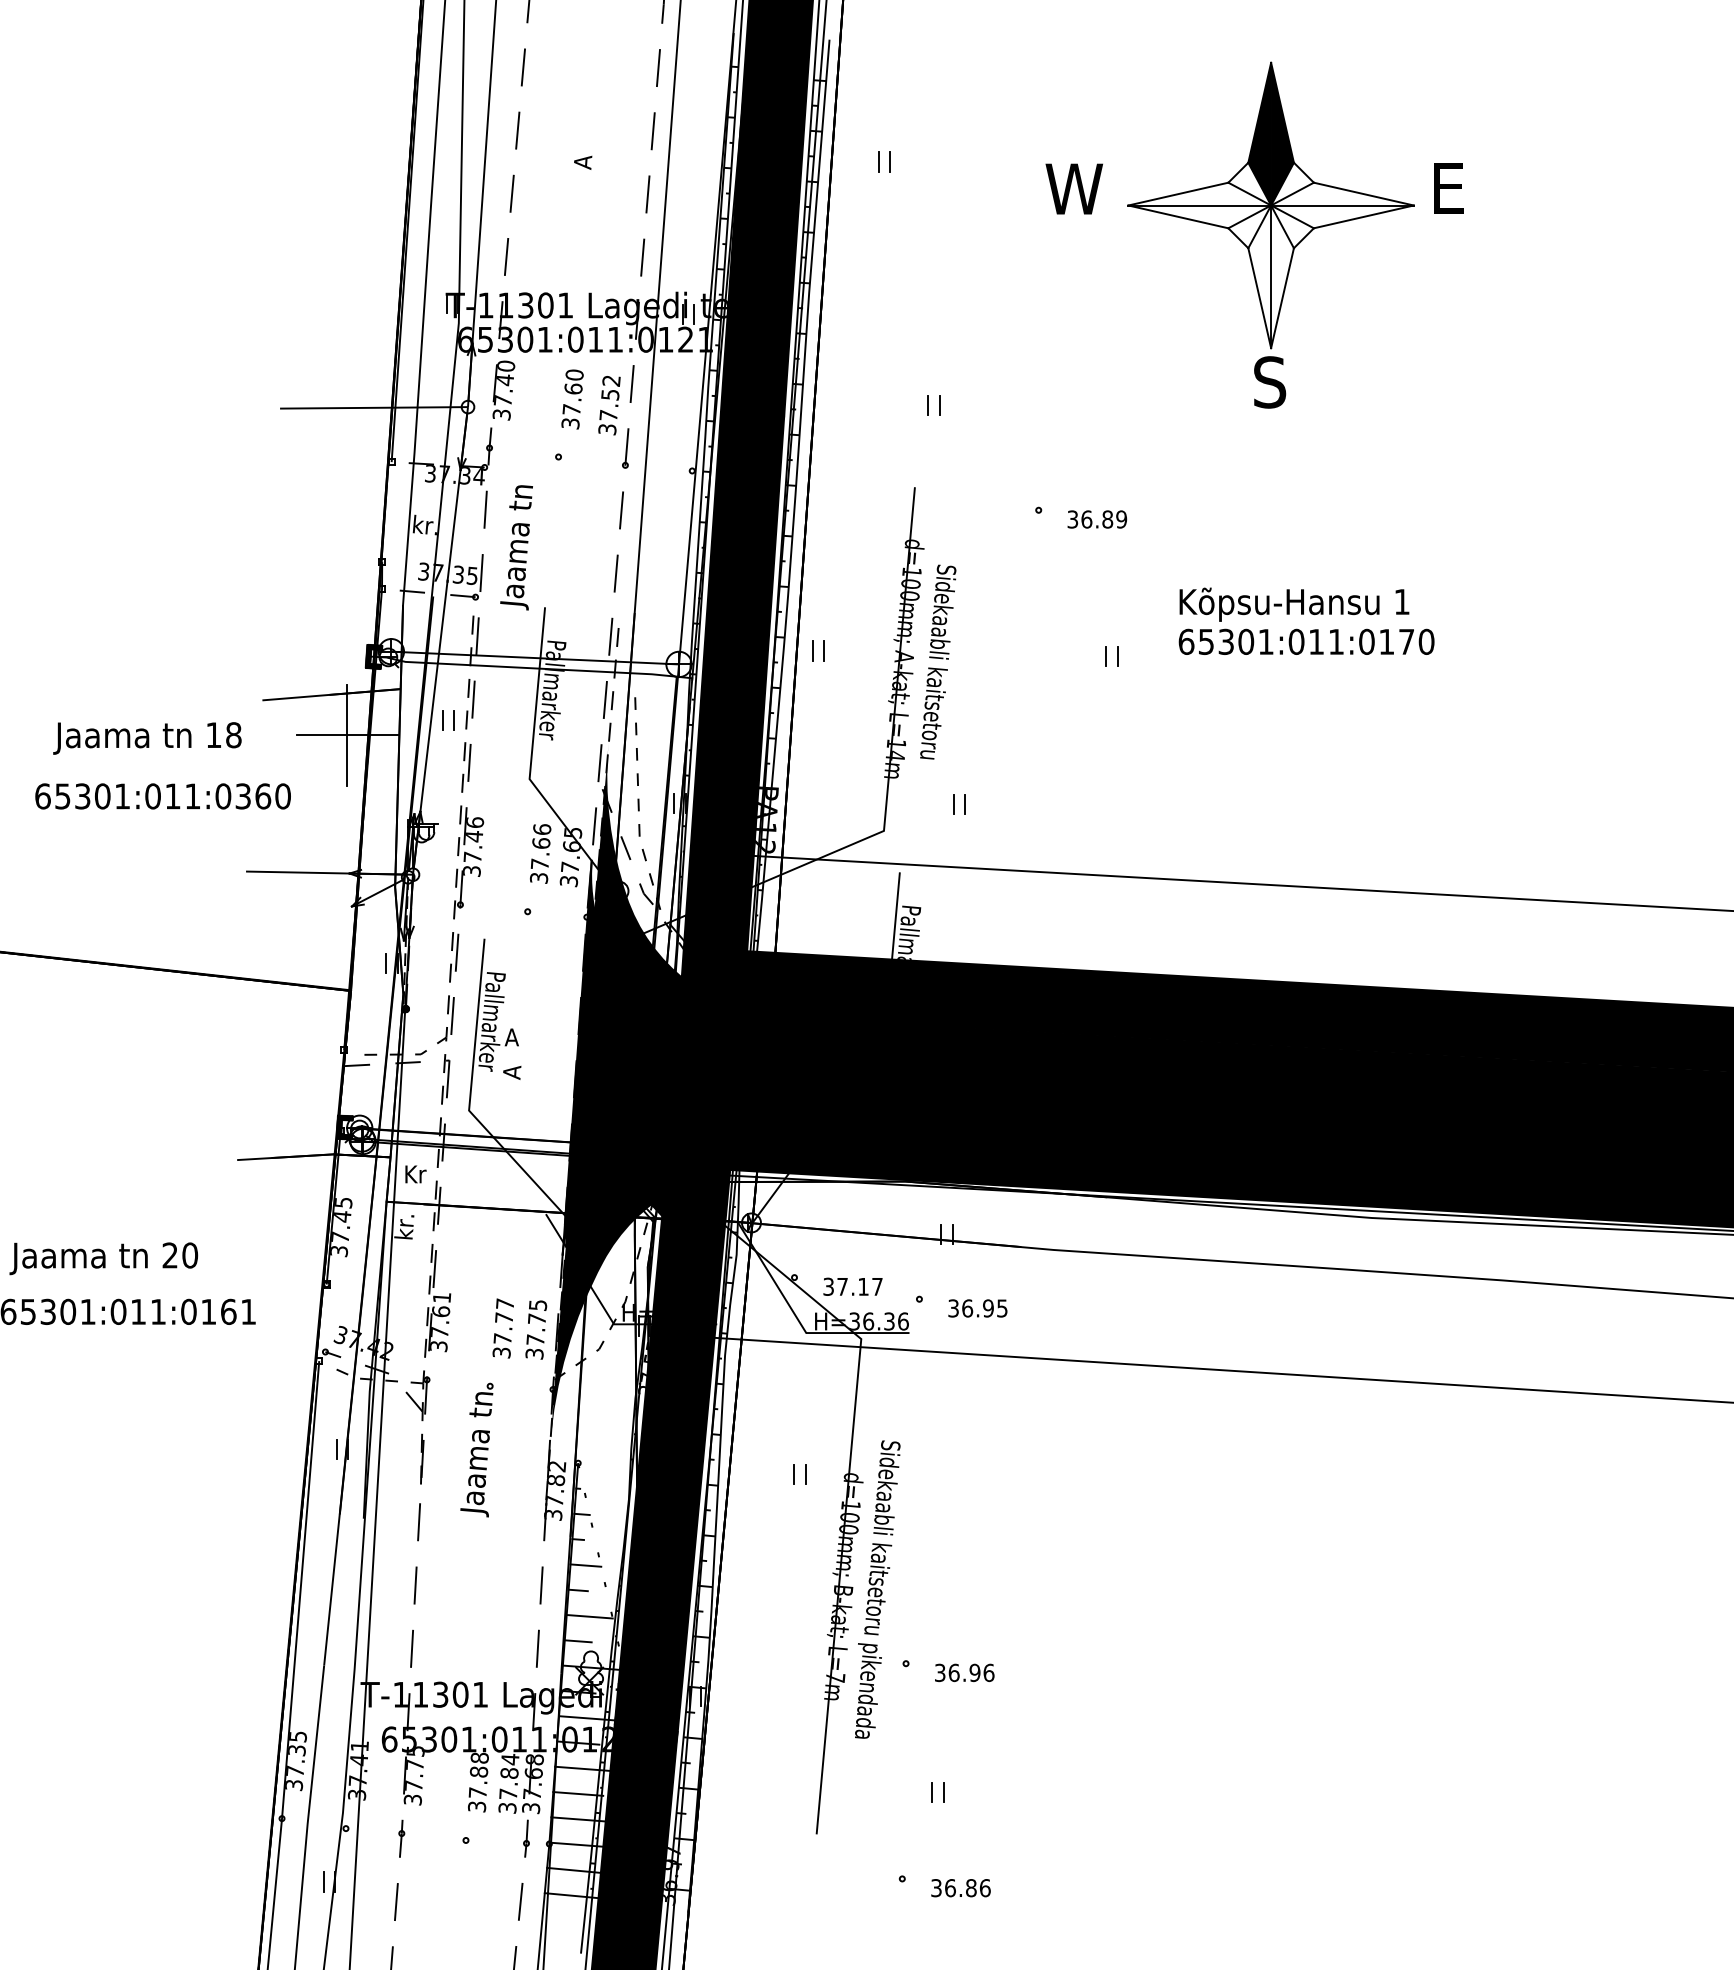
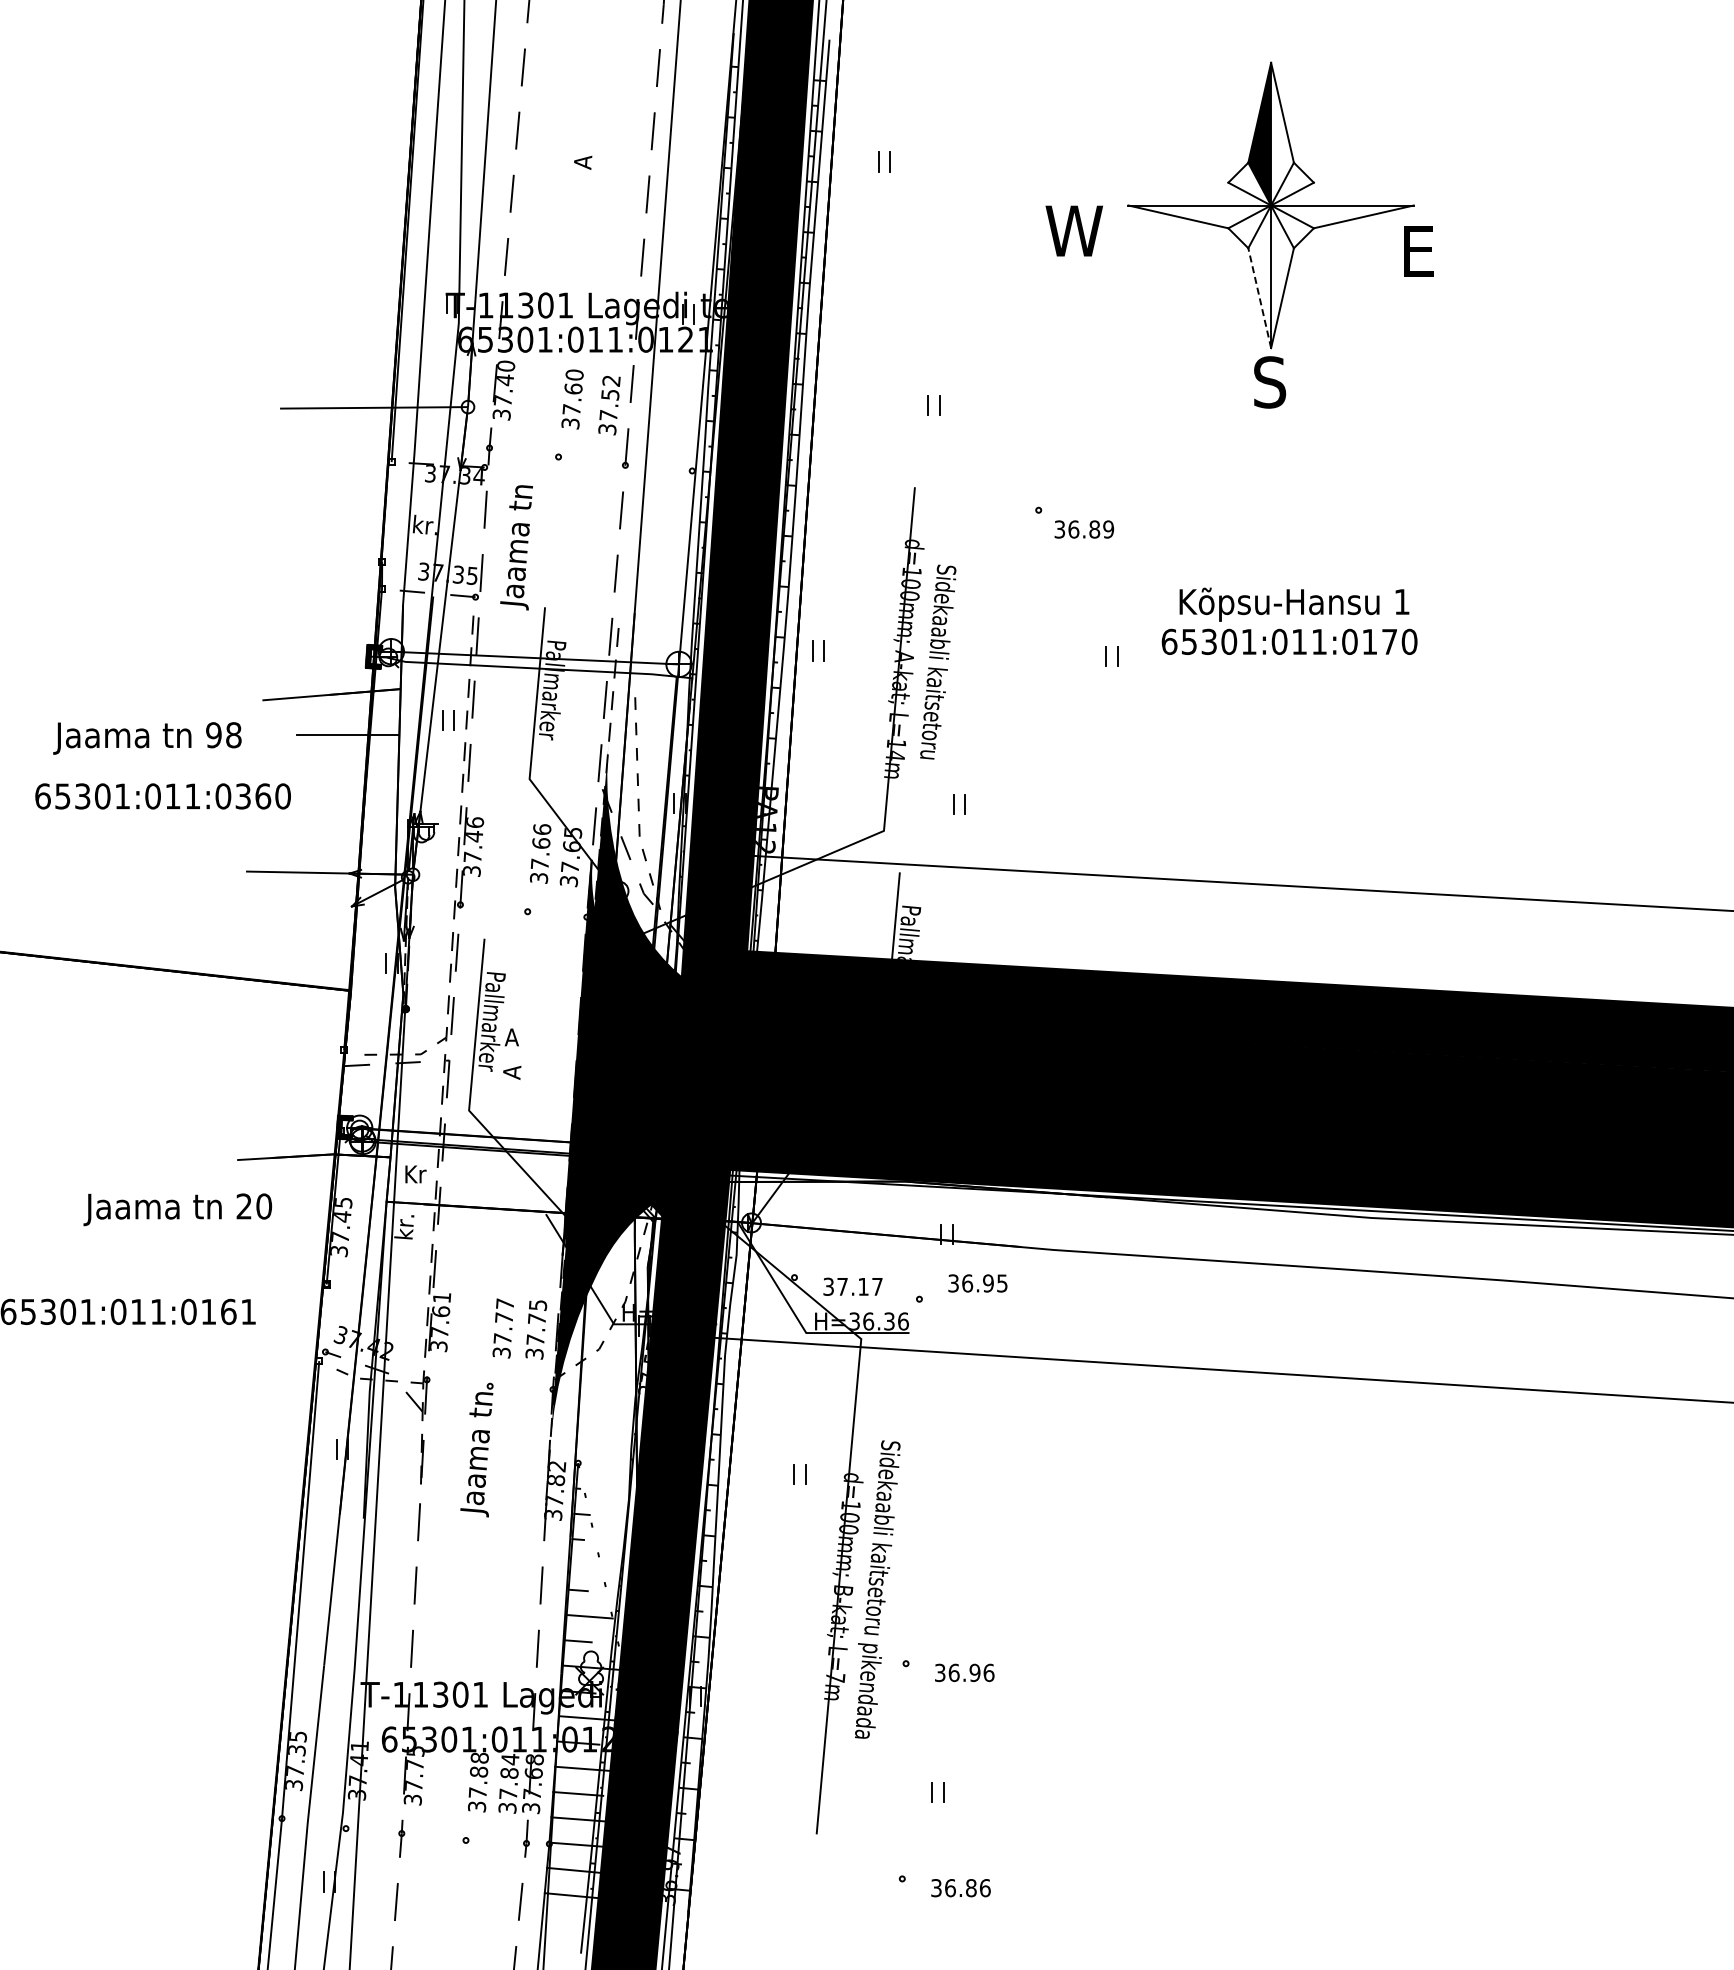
fill at (1282, 133): present -> none
text at (1073, 188) position: (1073, 188) -> (1073, 230)
text at (1448, 188) position: (1448, 188) -> (1418, 251)
line at (1178, 193): present -> none
line at (1363, 193): present -> none
line at (1259, 297): solid -> dashed
text at (1097, 519) position: (1097, 519) -> (1084, 529)
text at (1306, 641) position: (1306, 641) -> (1289, 641)
text at (213, 735): 18 -> 98
line at (347, 735): present -> none
text at (103, 1258) position: (103, 1258) -> (177, 1209)
text at (977, 1308) position: (977, 1308) -> (977, 1283)
line at (585, 1565): present -> none
